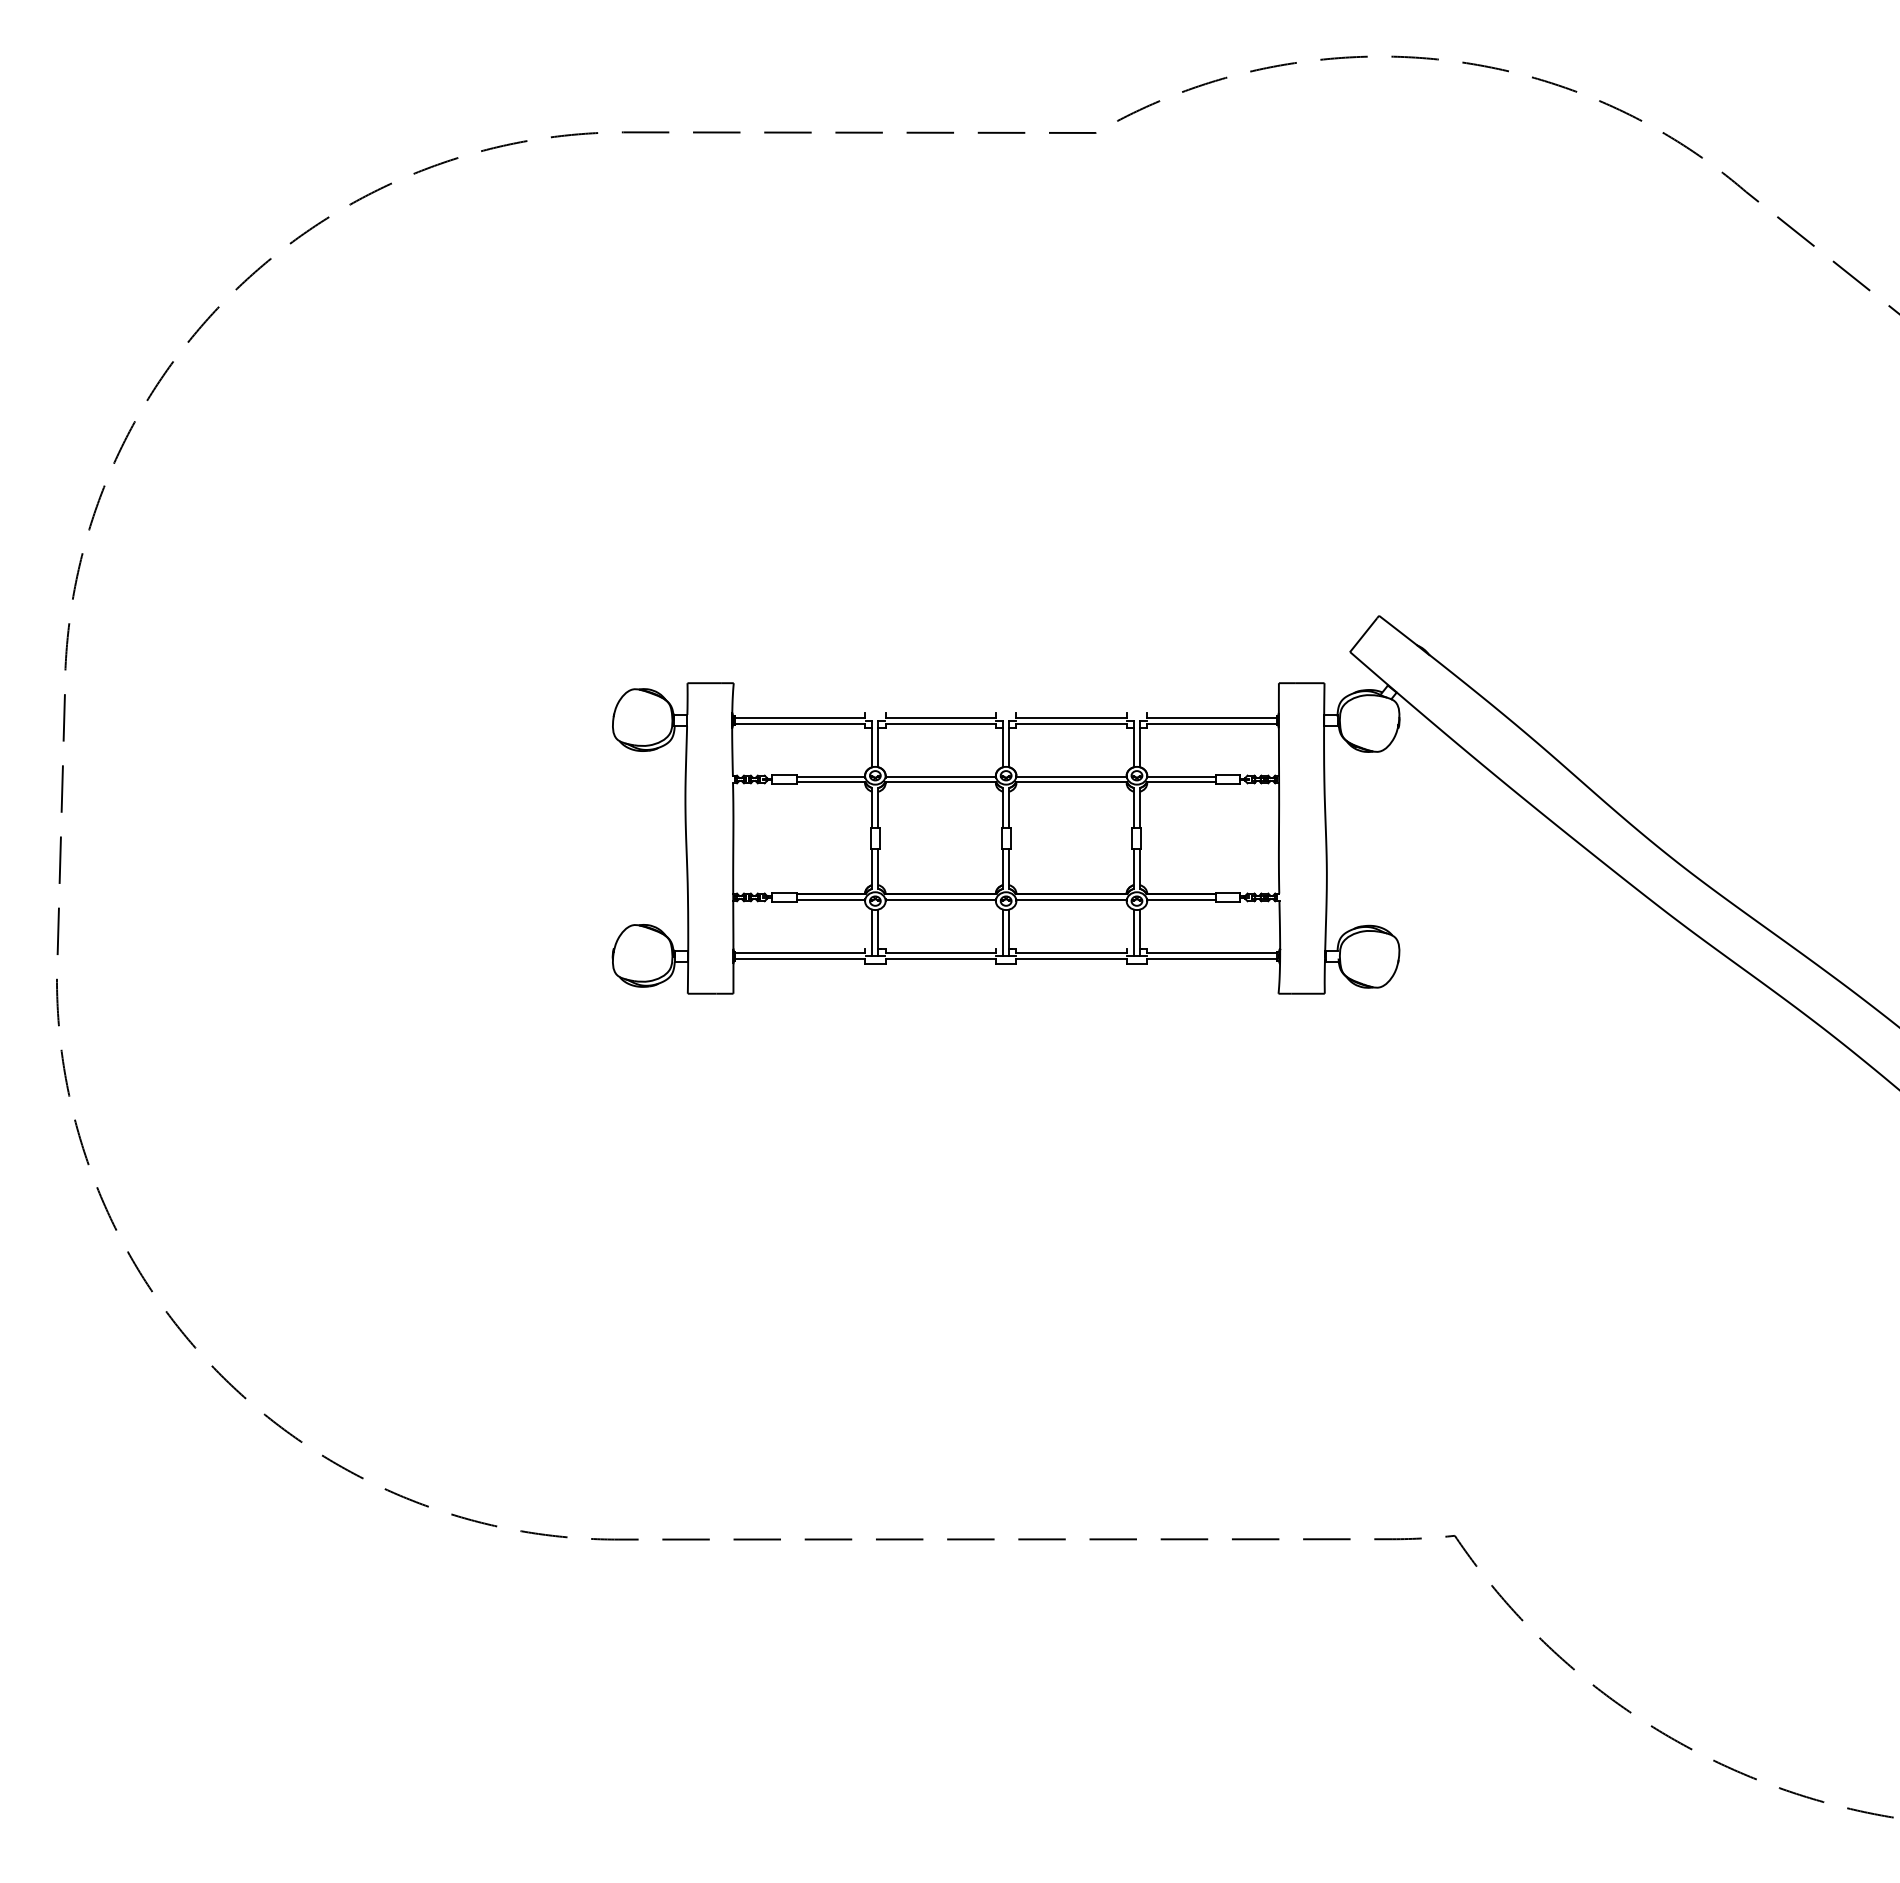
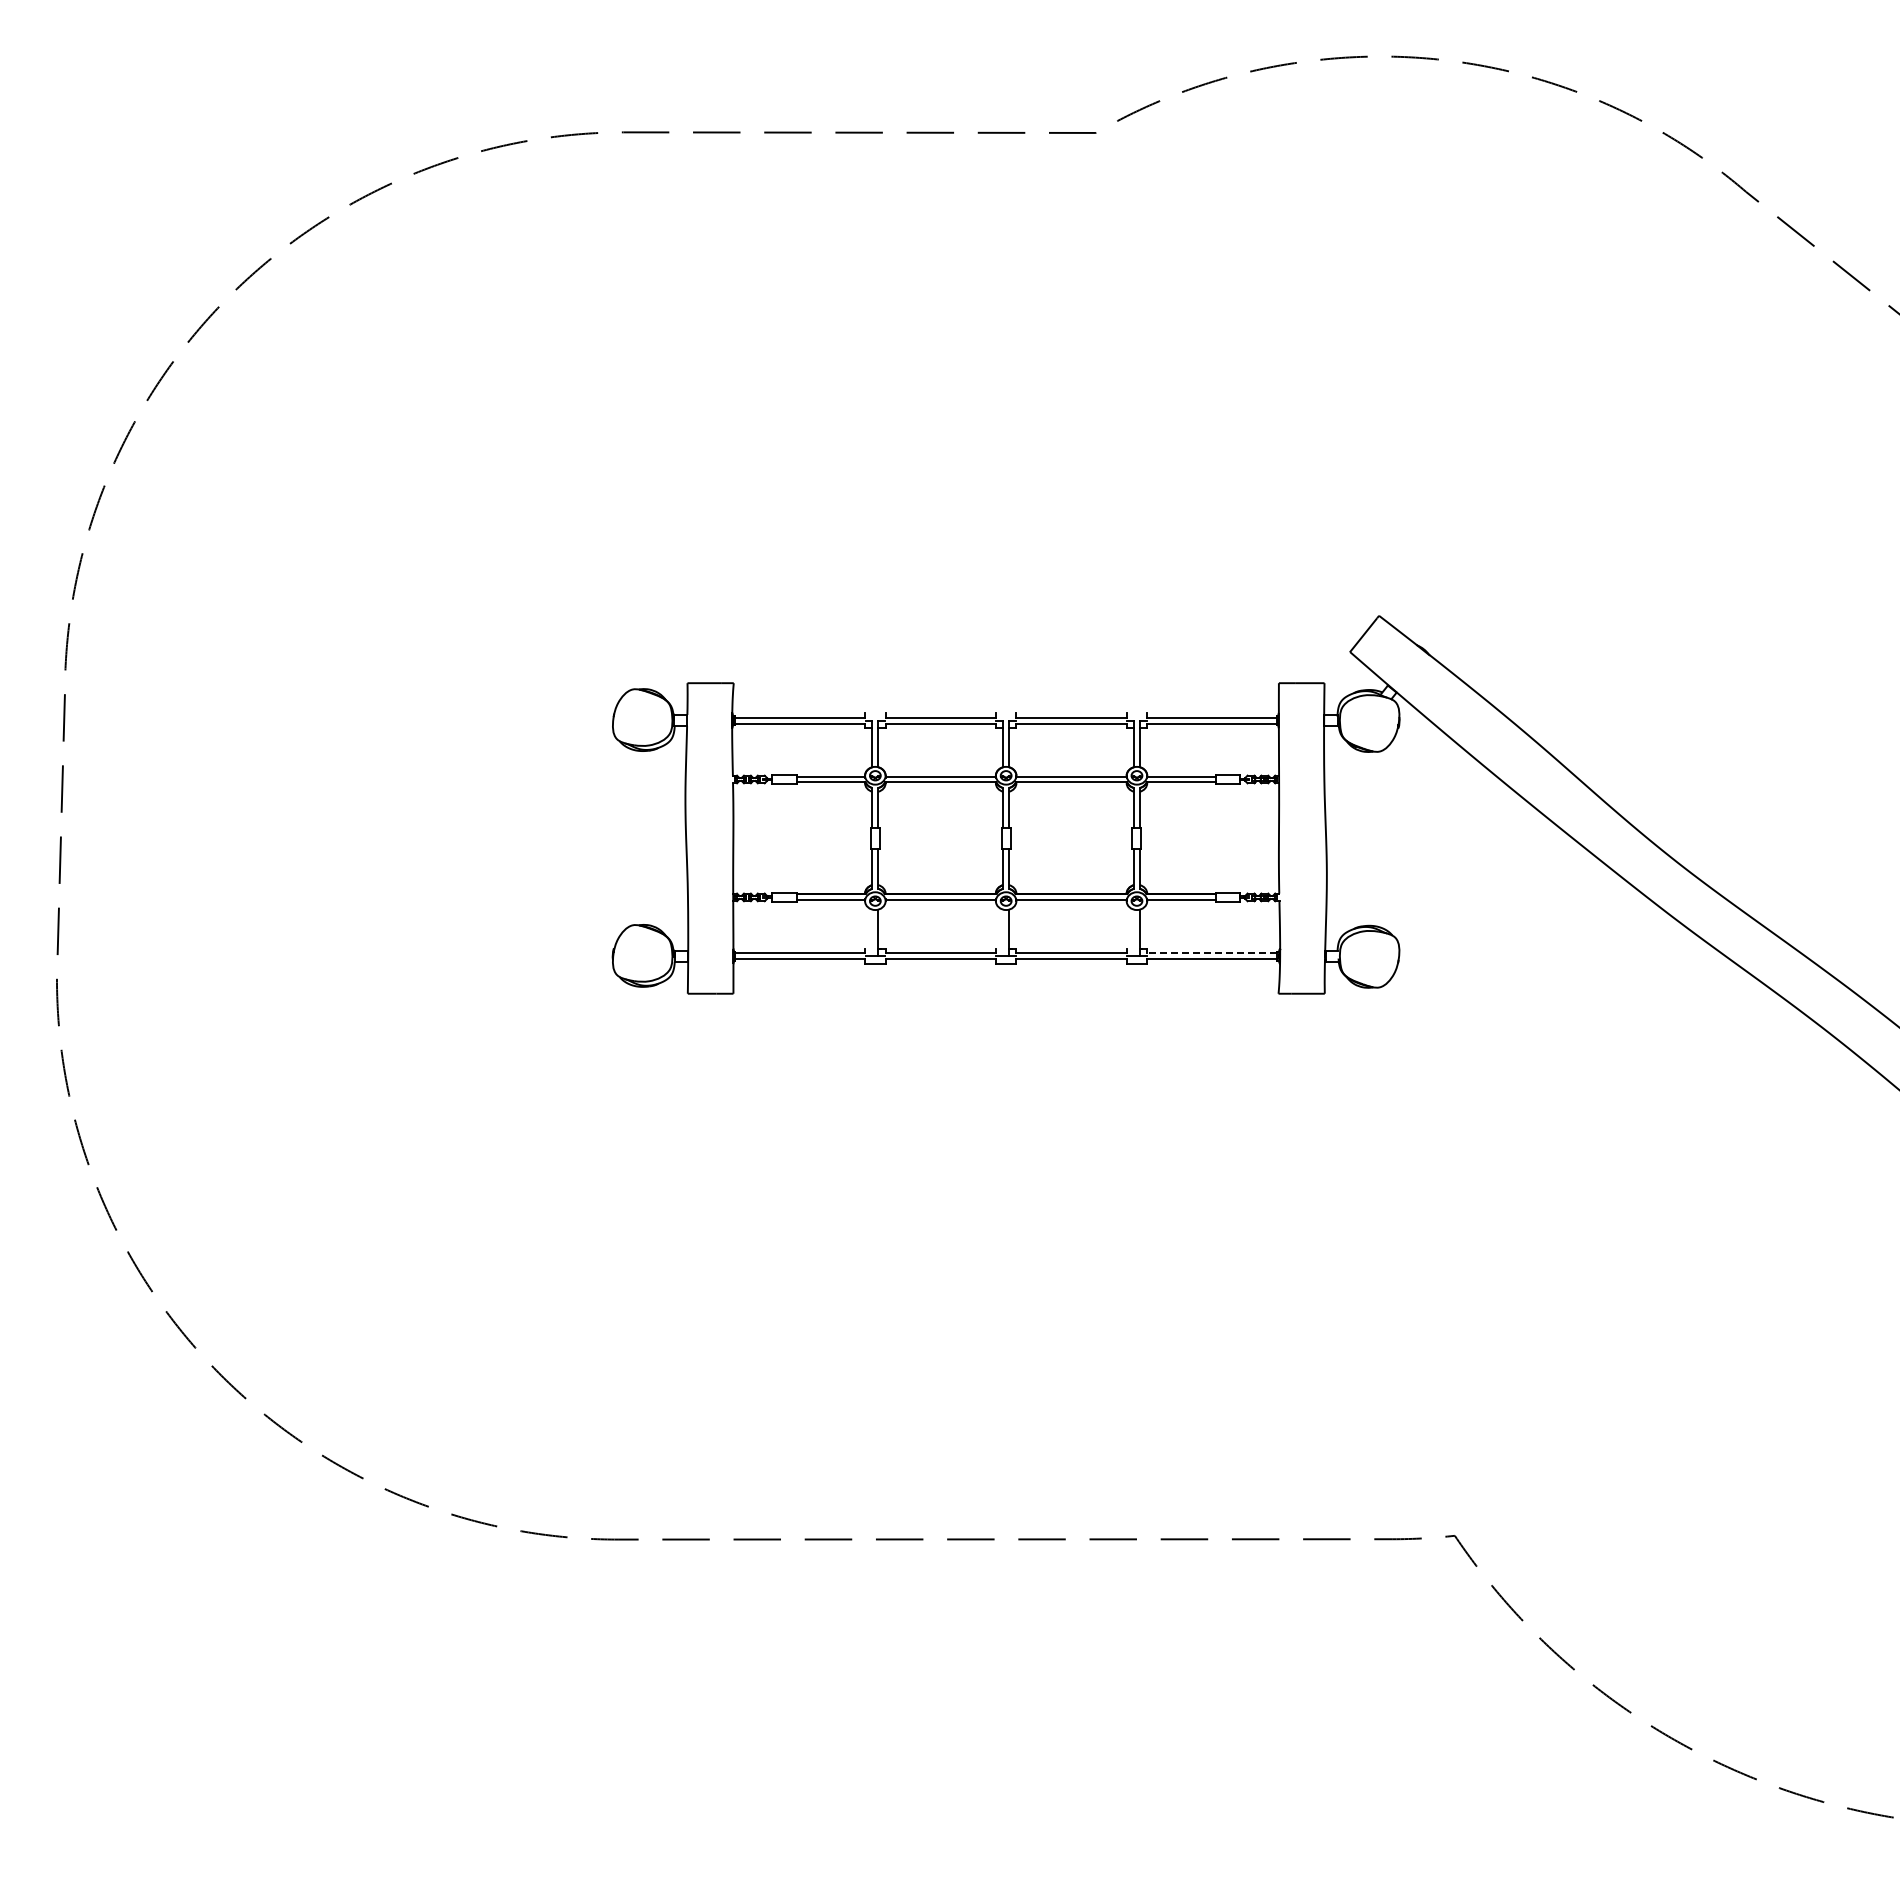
line at (872, 932): present -> none
line at (1003, 932): present -> none
line at (1133, 932): present -> none
line at (1211, 953): solid -> dashed
